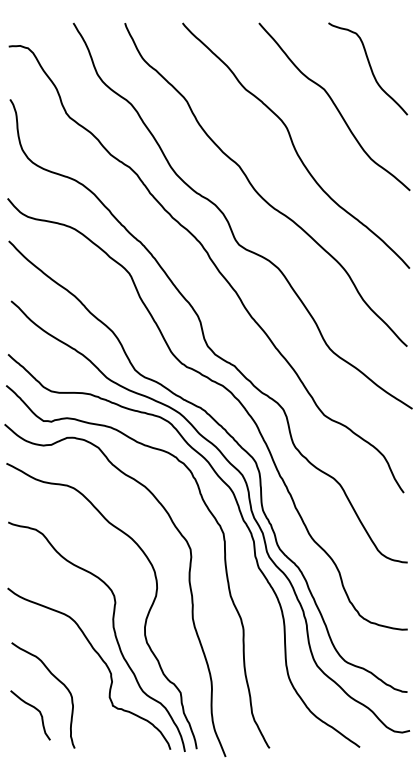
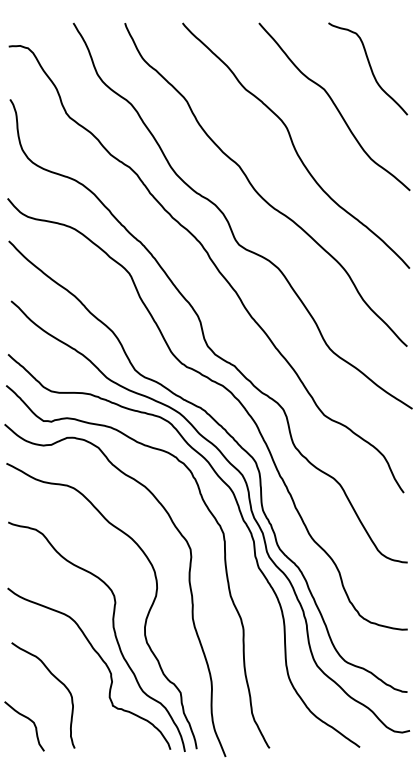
curve at (35, 709) position: (35, 709) -> (29, 720)
